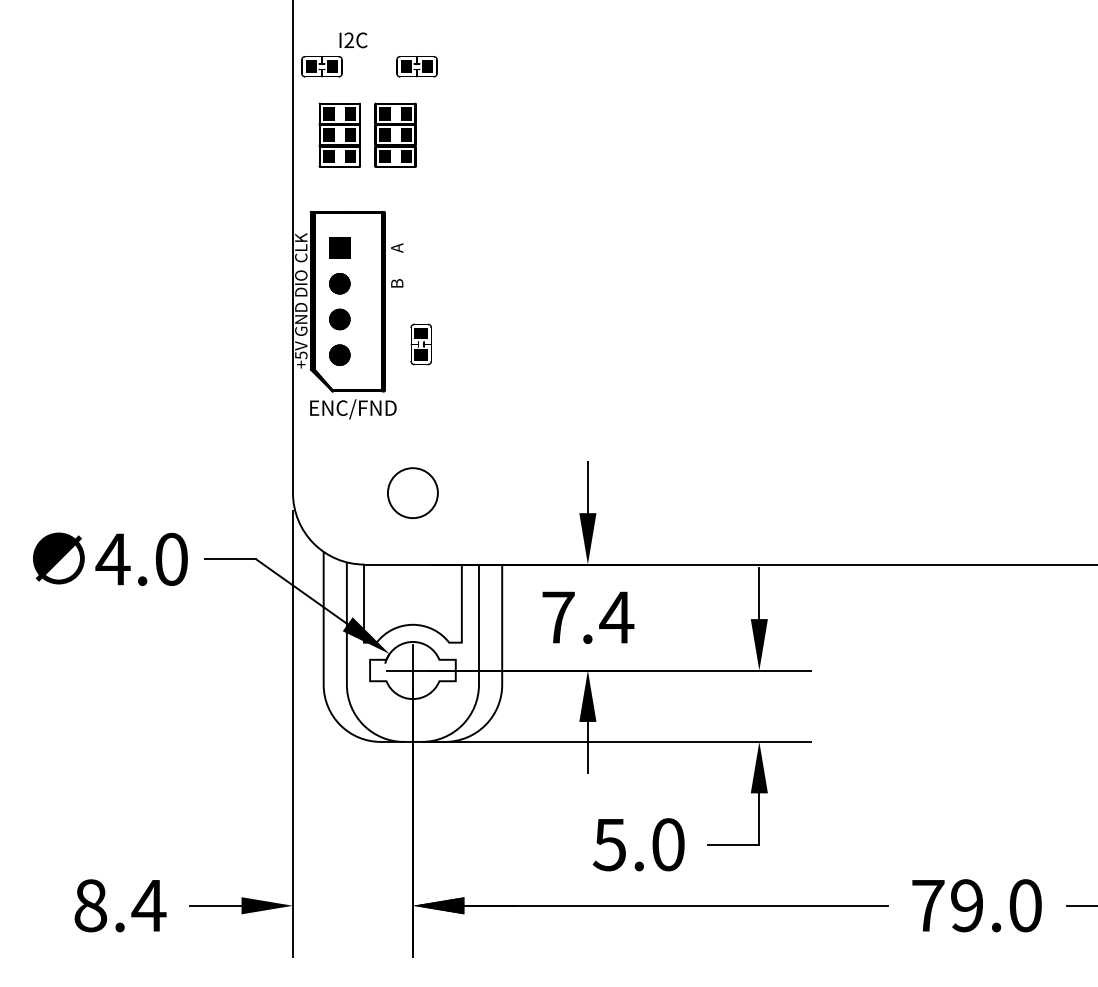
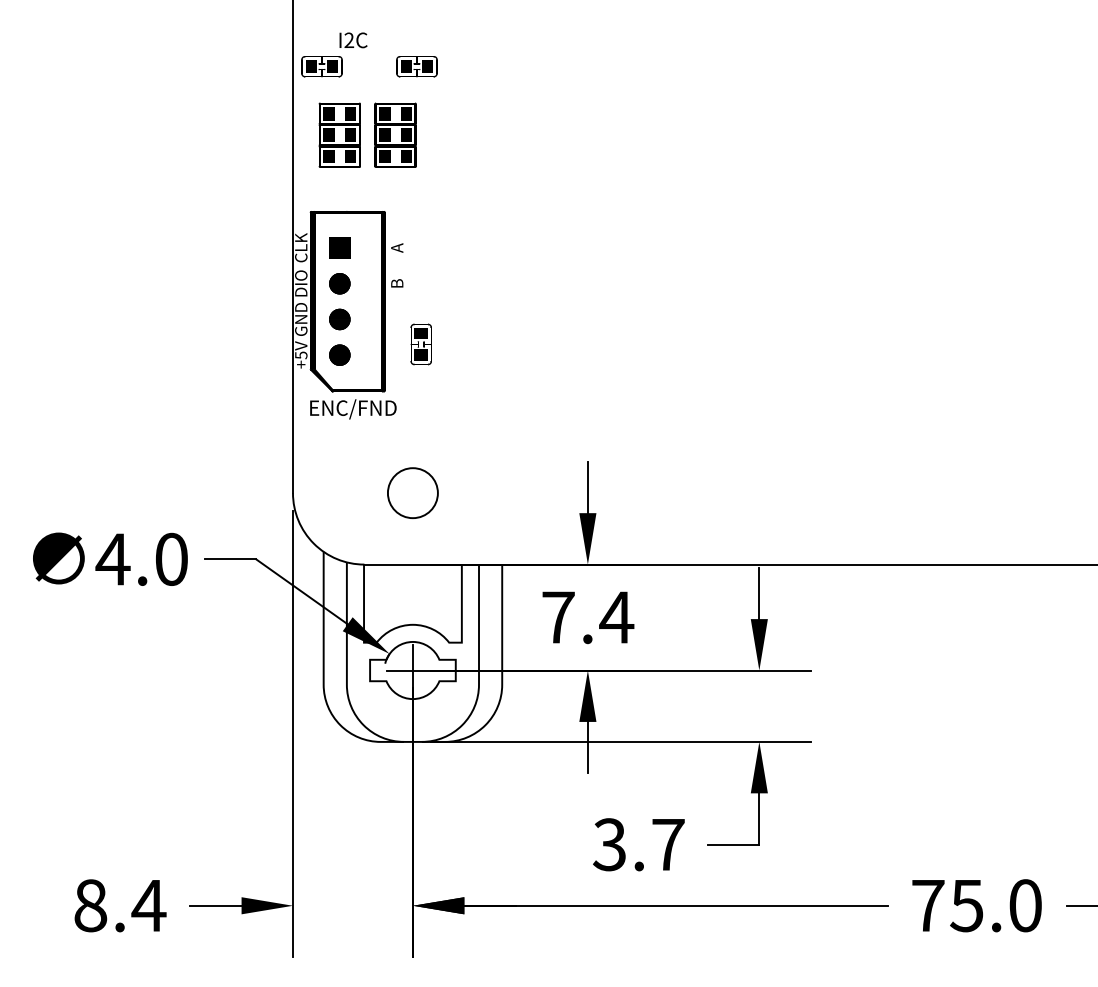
text at (638, 844): 5.0 -> 3.7
text at (966, 905): 79.0 -> 75.0
